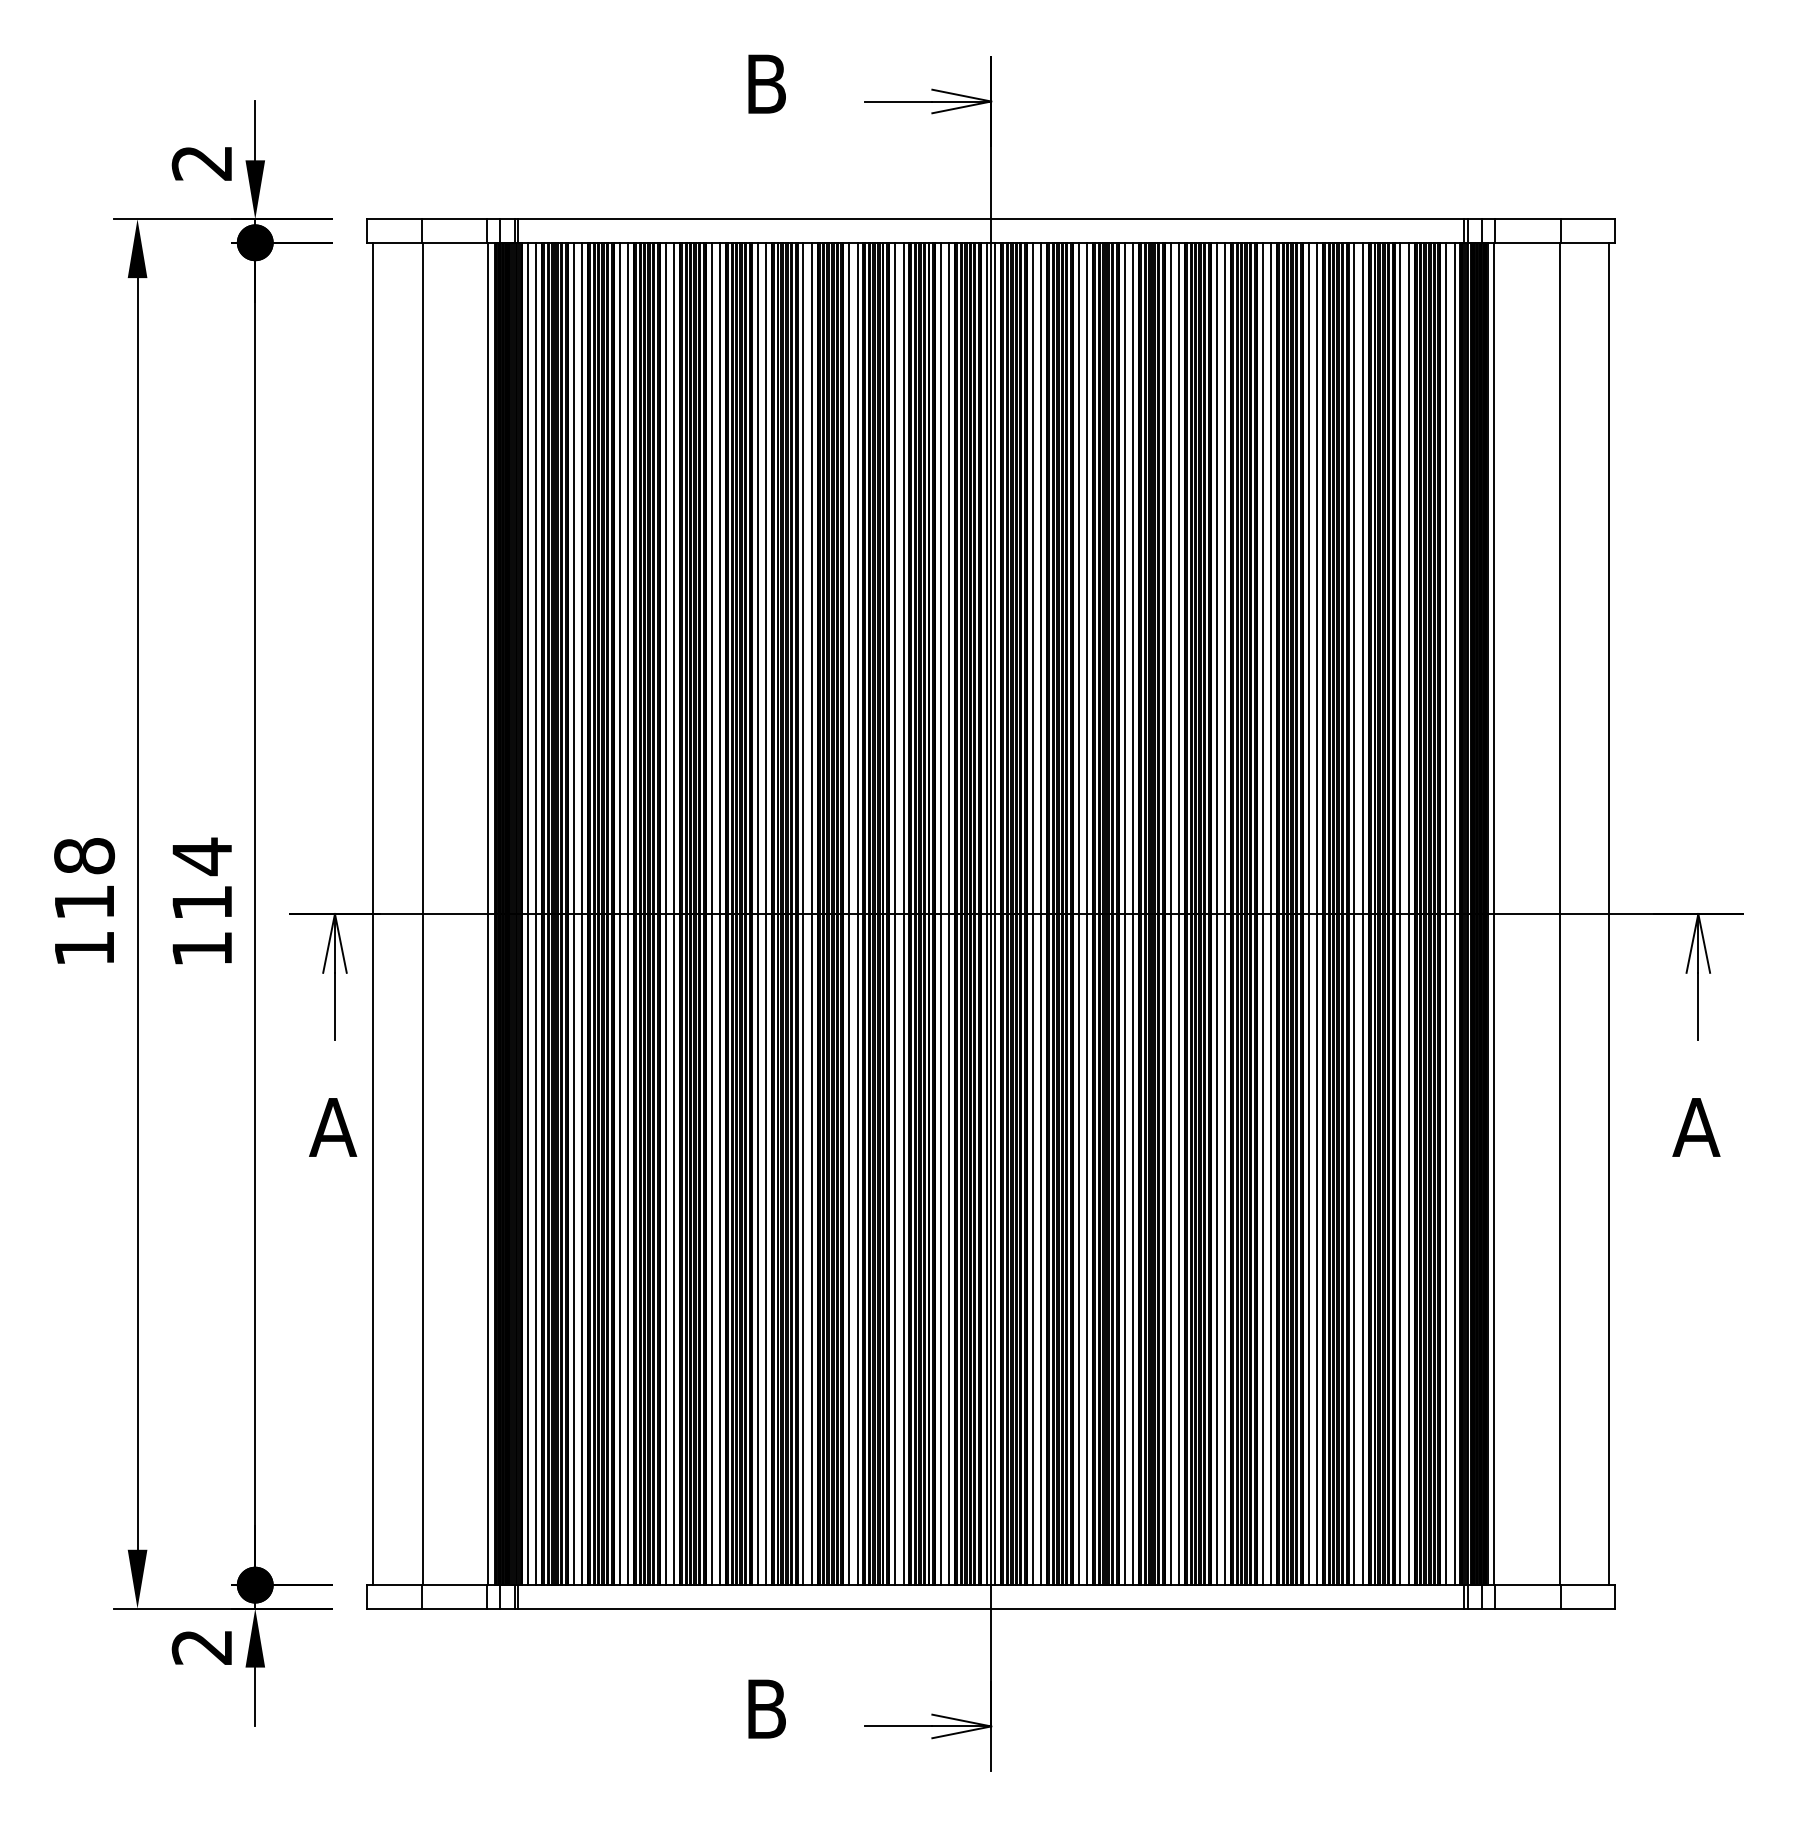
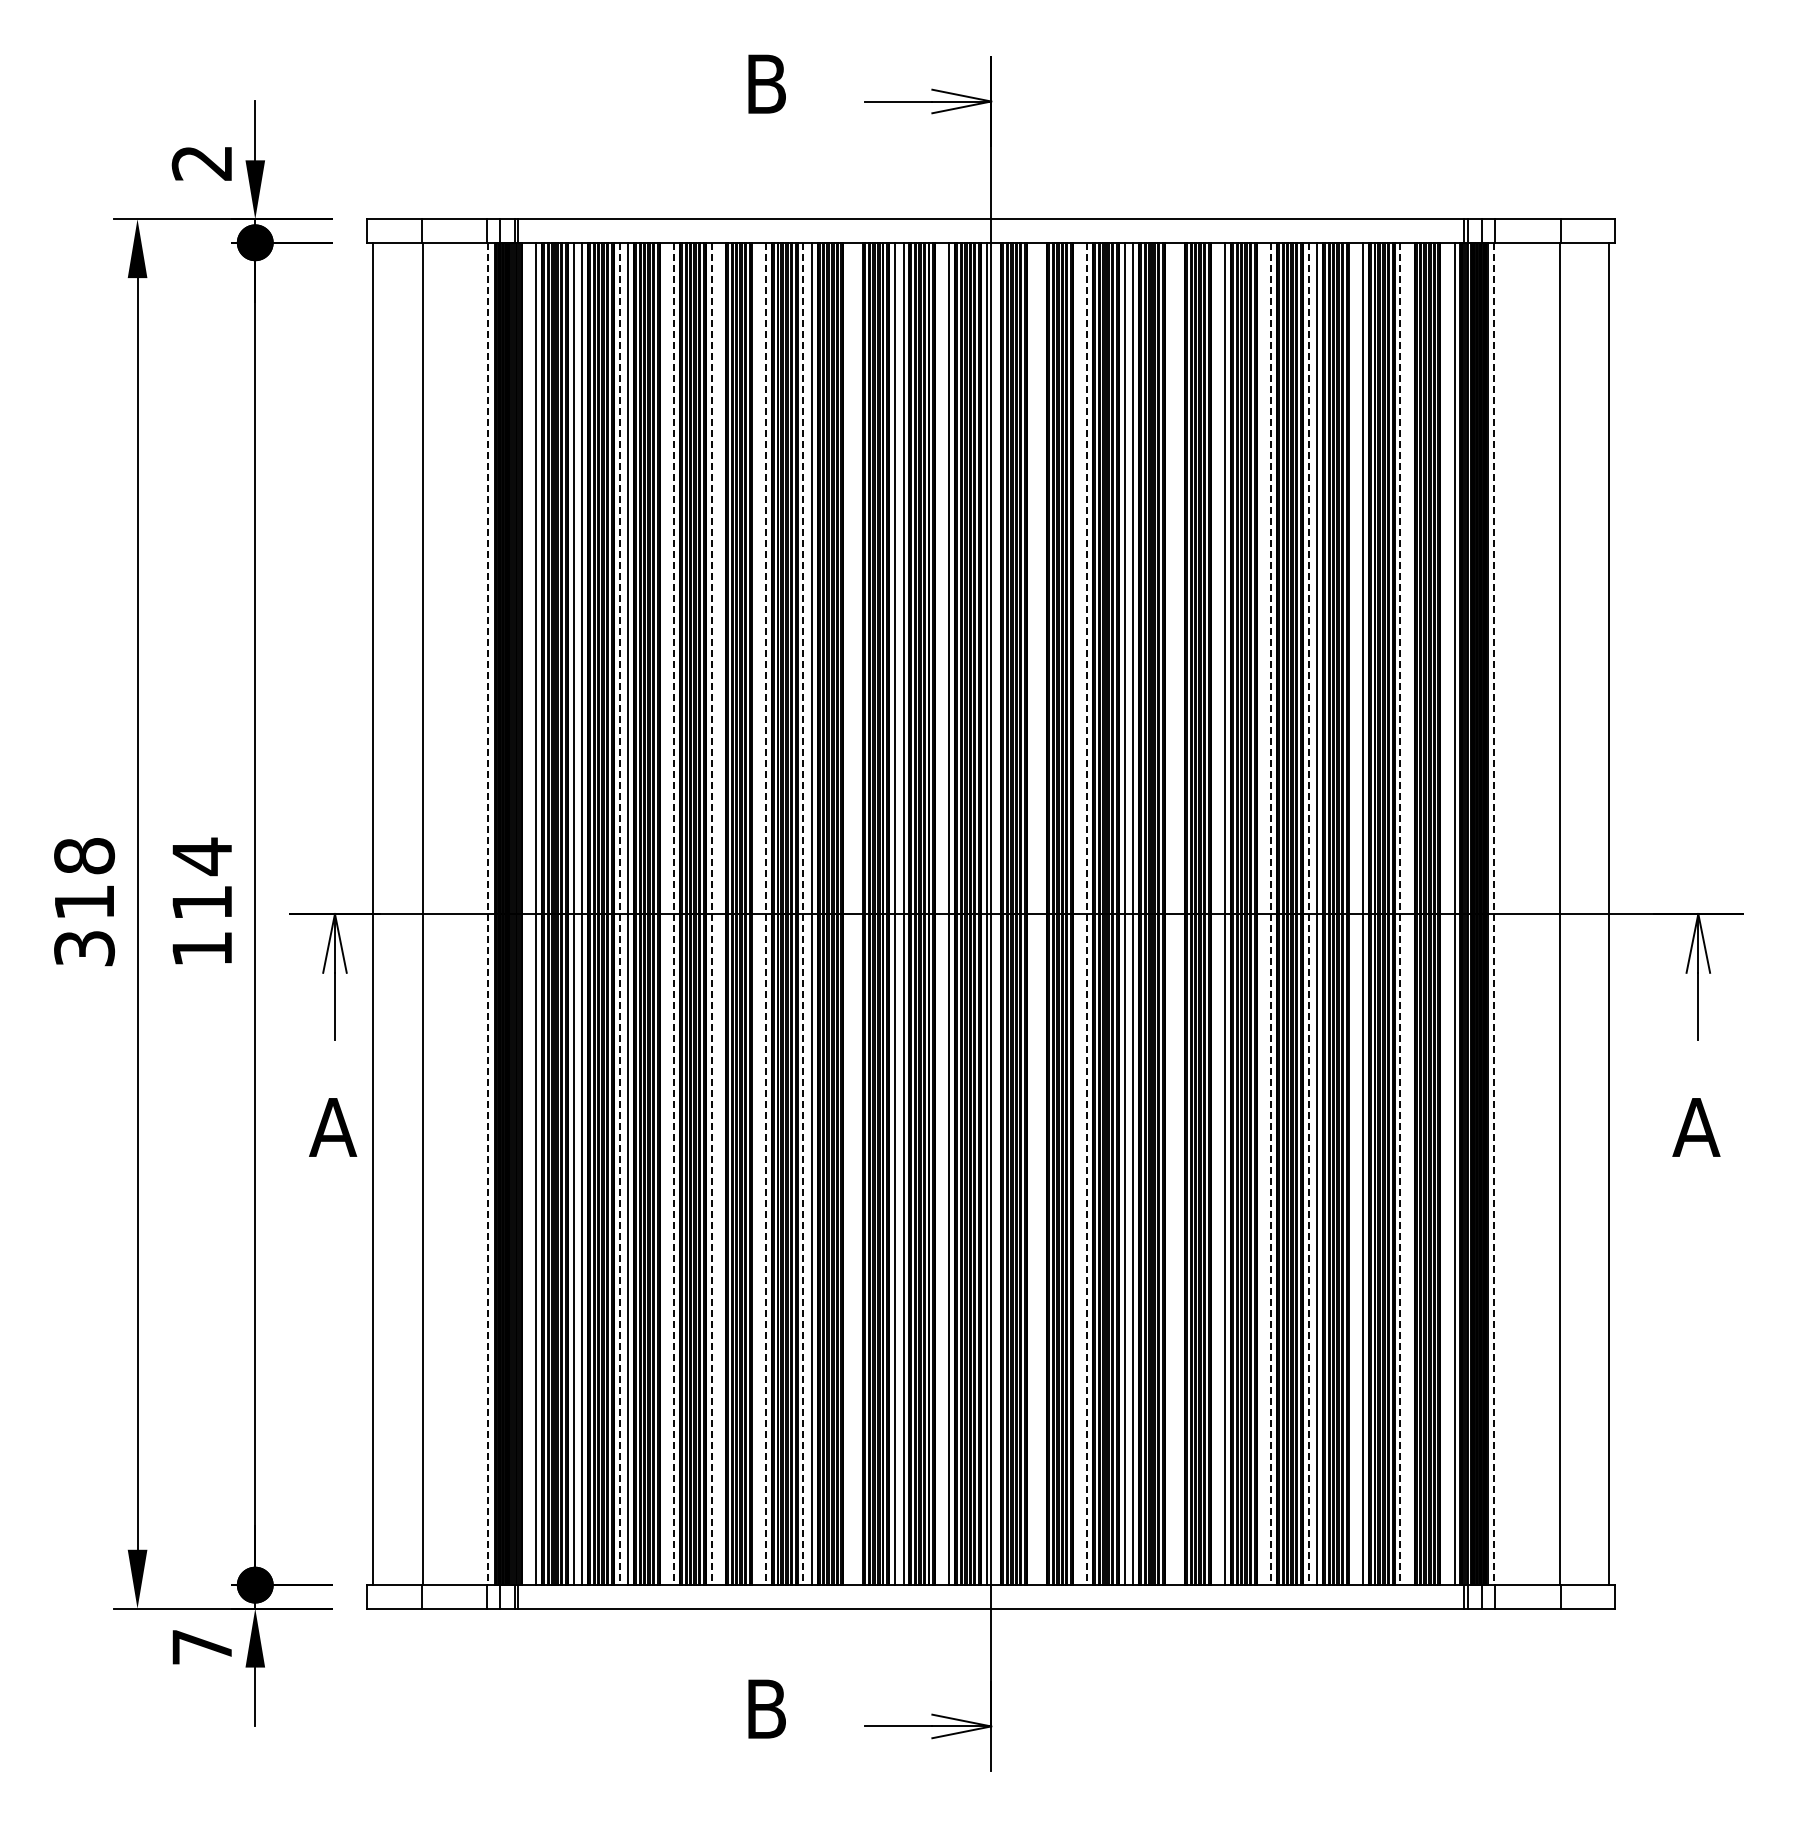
line at (527, 913): present -> none
line at (665, 913): present -> none
line at (719, 913): present -> none
line at (757, 913): present -> none
line at (849, 913): present -> none
line at (857, 913): present -> none
line at (941, 913): present -> none
line at (995, 913): present -> none
line at (1033, 913): present -> none
line at (1041, 913): present -> none
line at (1078, 913): present -> none
line at (1170, 913): present -> none
line at (1179, 913): present -> none
line at (1216, 913): present -> none
line at (1262, 913): present -> none
line at (1354, 913): present -> none
line at (1408, 913): present -> none
line at (1446, 913): present -> none
line at (488, 914): solid -> dashed
line at (619, 914): solid -> dashed
line at (673, 914): solid -> dashed
line at (711, 914): solid -> dashed
line at (765, 914): solid -> dashed
line at (803, 914): solid -> dashed
line at (1087, 914): solid -> dashed
line at (1270, 914): solid -> dashed
line at (1308, 914): solid -> dashed
line at (1400, 914): solid -> dashed
line at (1494, 914): solid -> dashed
text at (84, 948): 118 -> 318
text at (201, 1647): 2 -> 7
